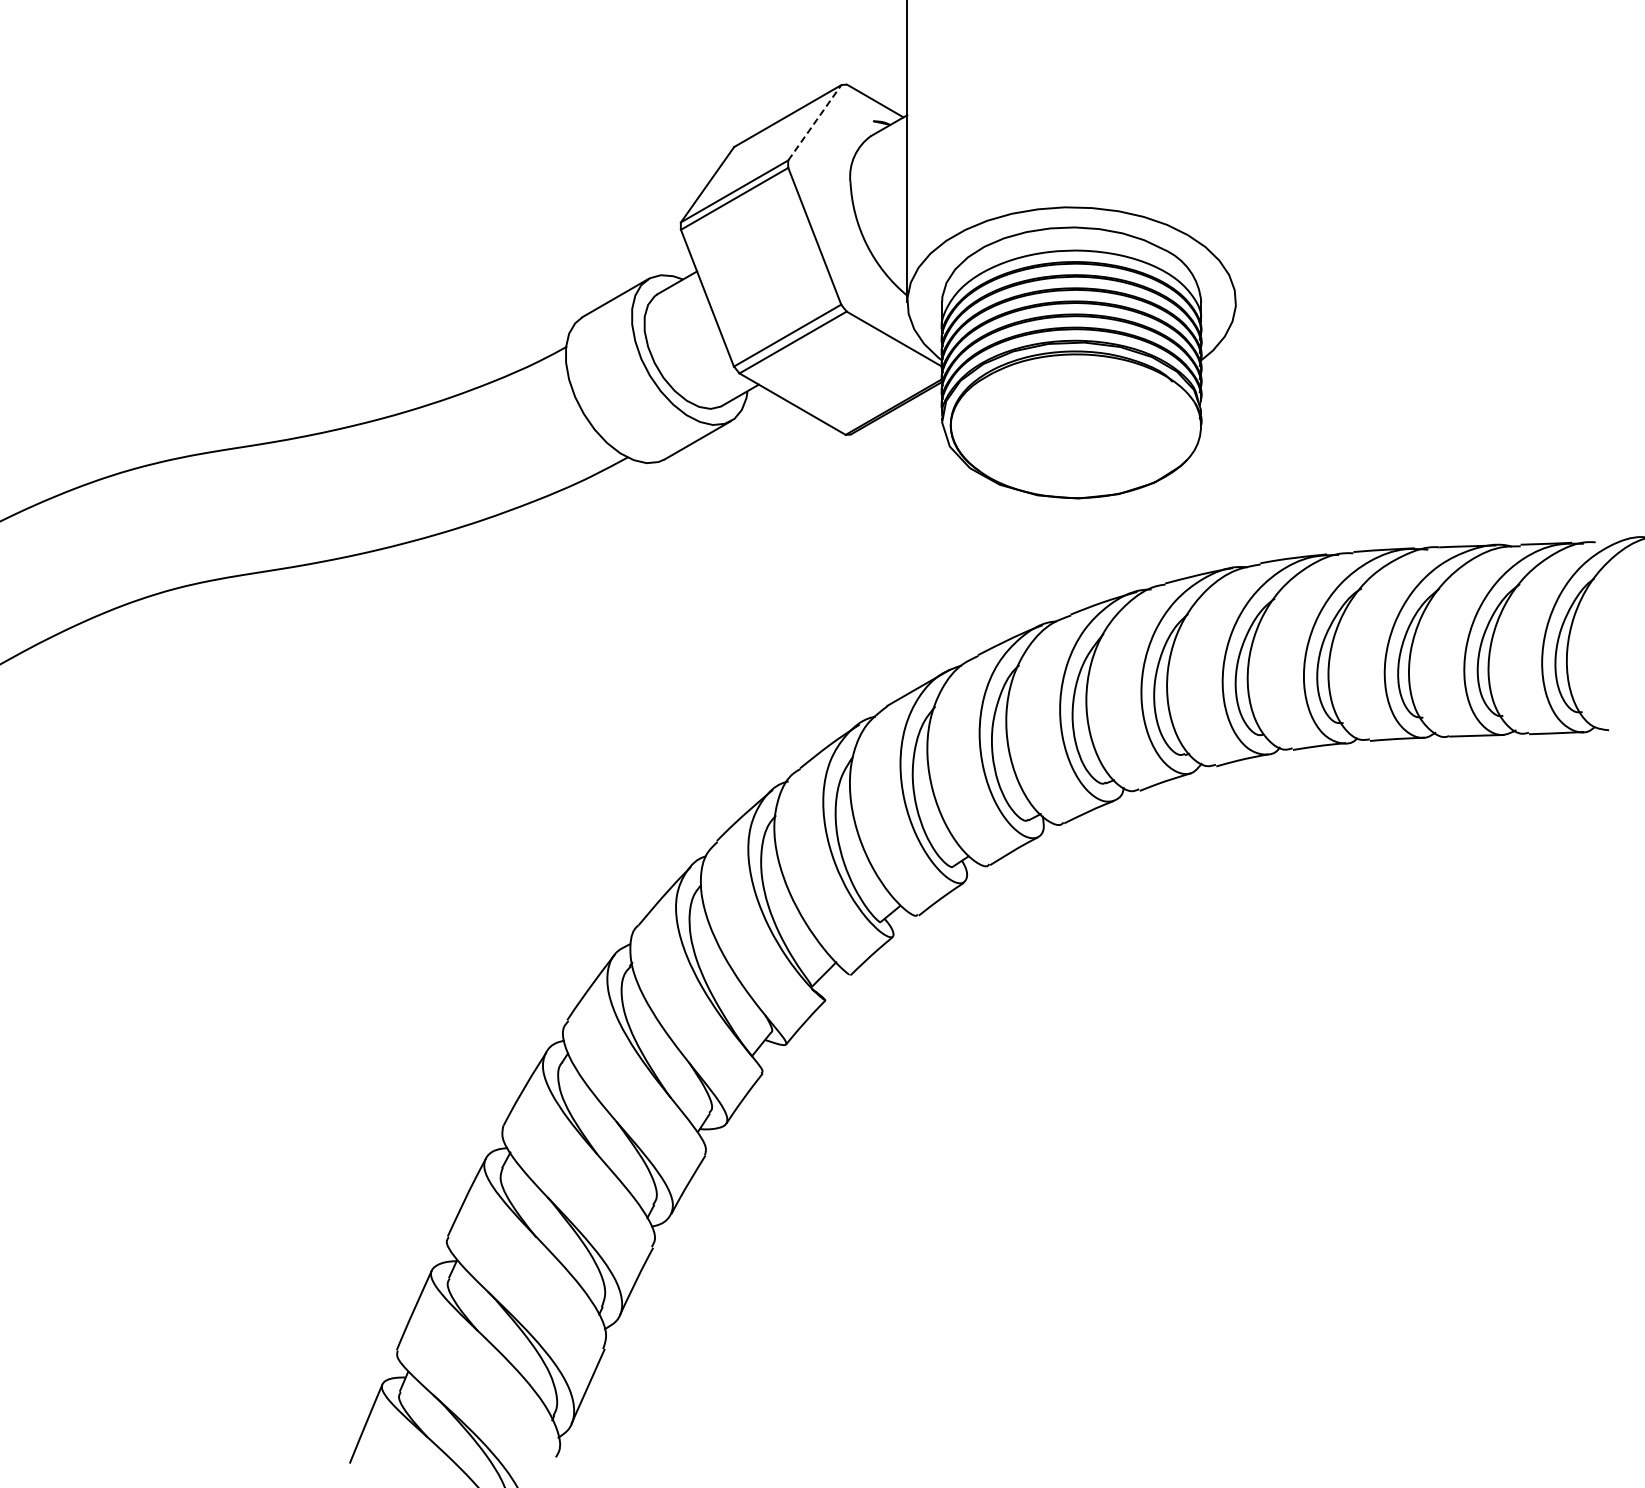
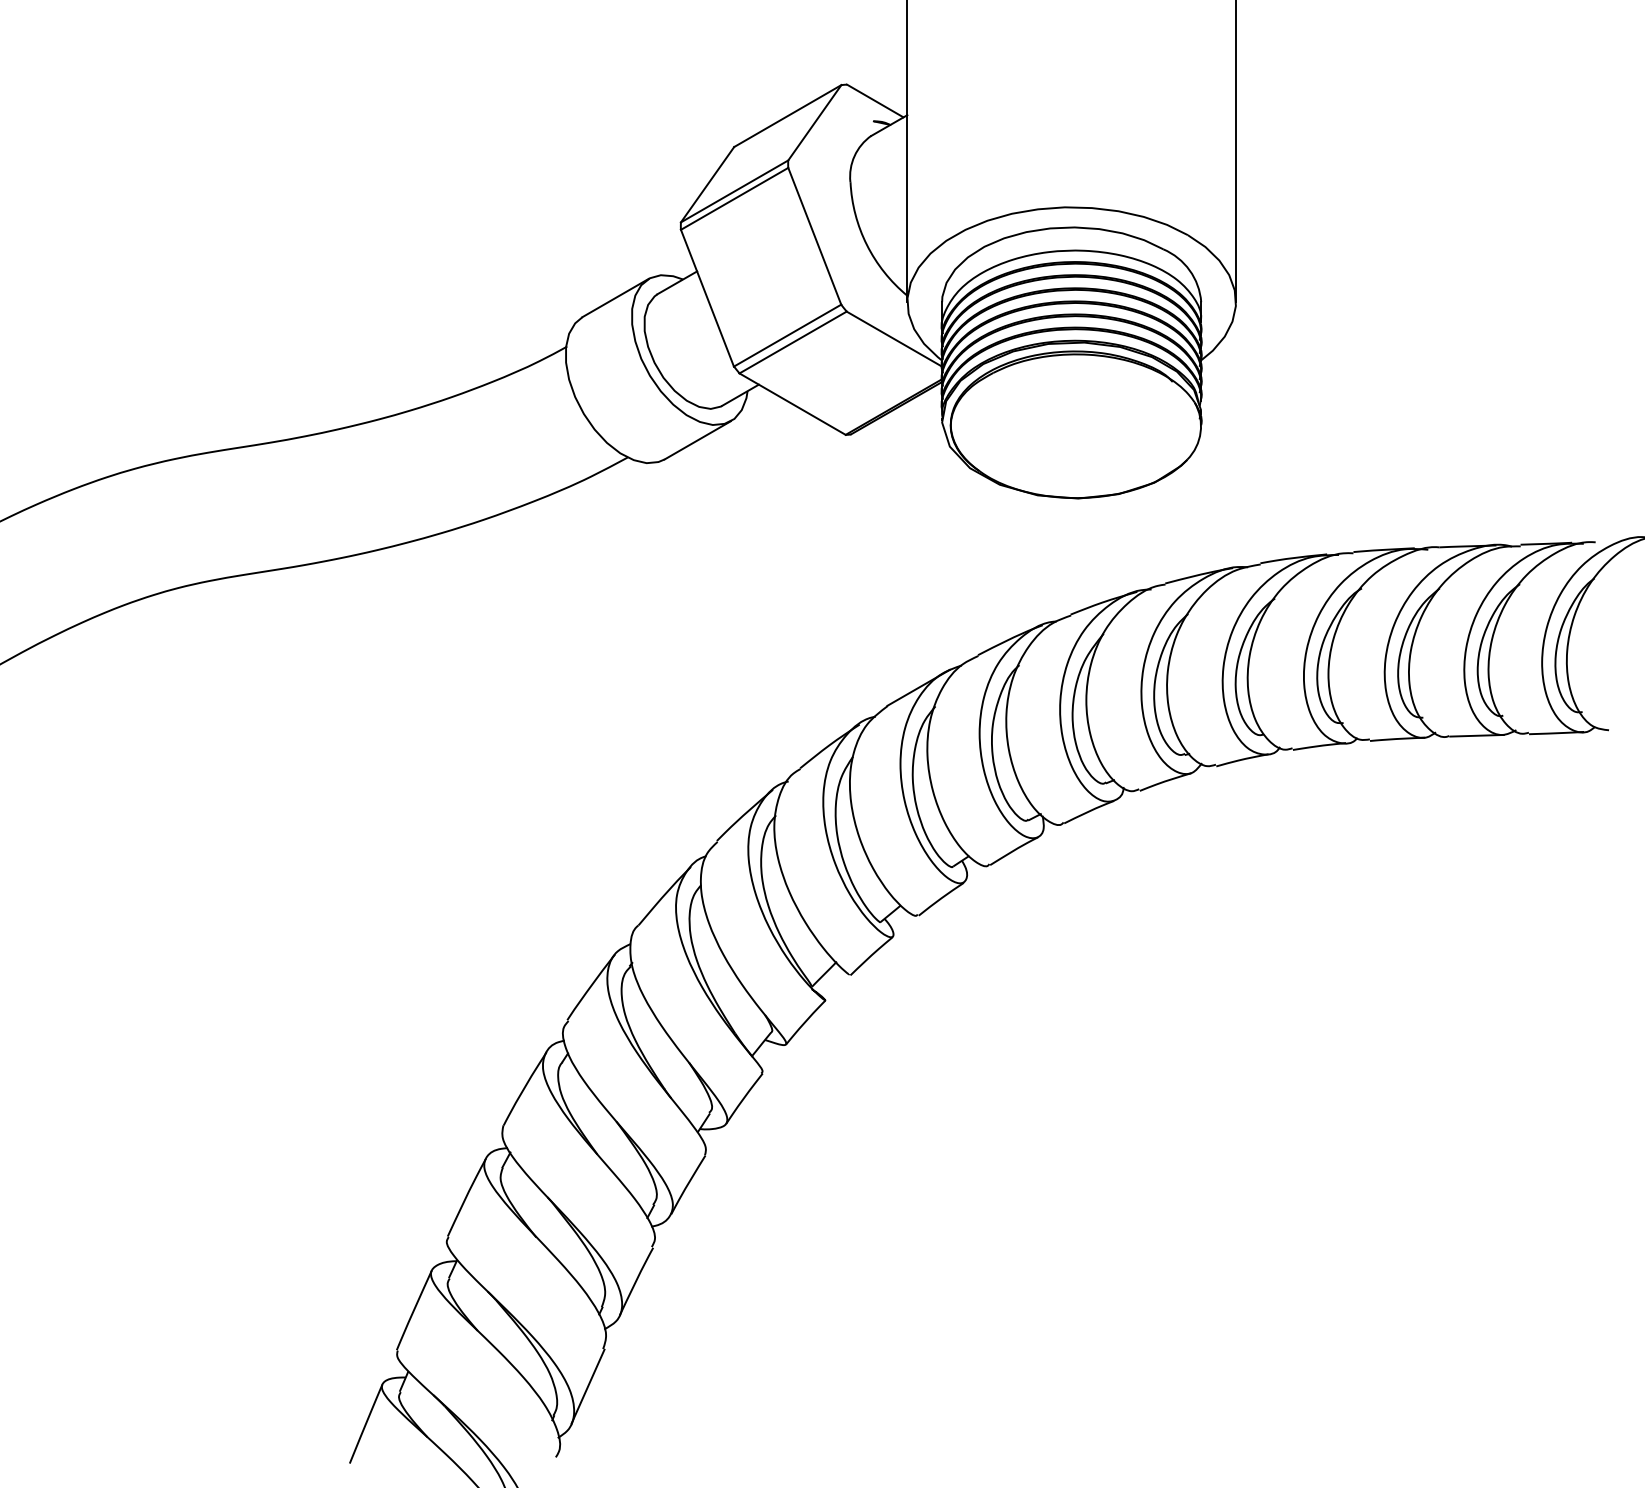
line at (815, 122): dashed -> solid
line at (1236, 152): none -> present
